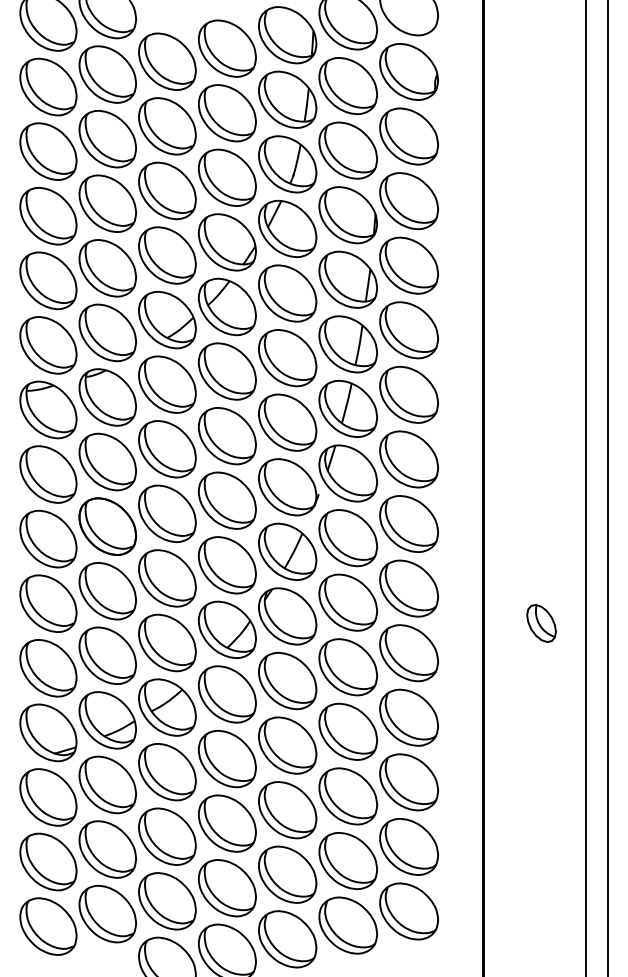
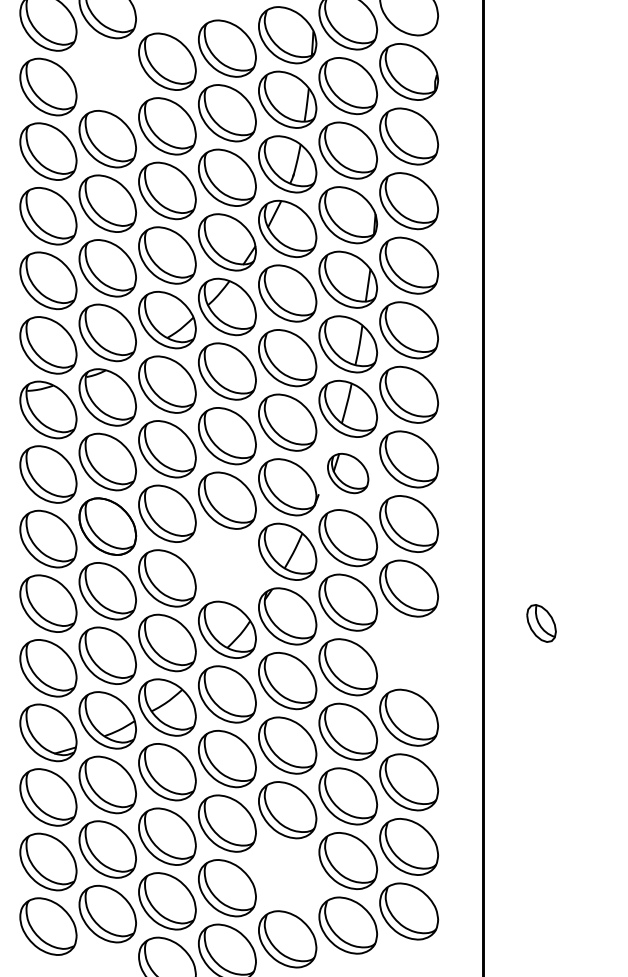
part at (107, 74): present -> none
part at (347, 473) size: 60x59 px -> 43x42 px
line at (586, 487): present -> none
line at (607, 487): present -> none
part at (227, 565): present -> none
part at (408, 653): present -> none
part at (287, 874): present -> none
